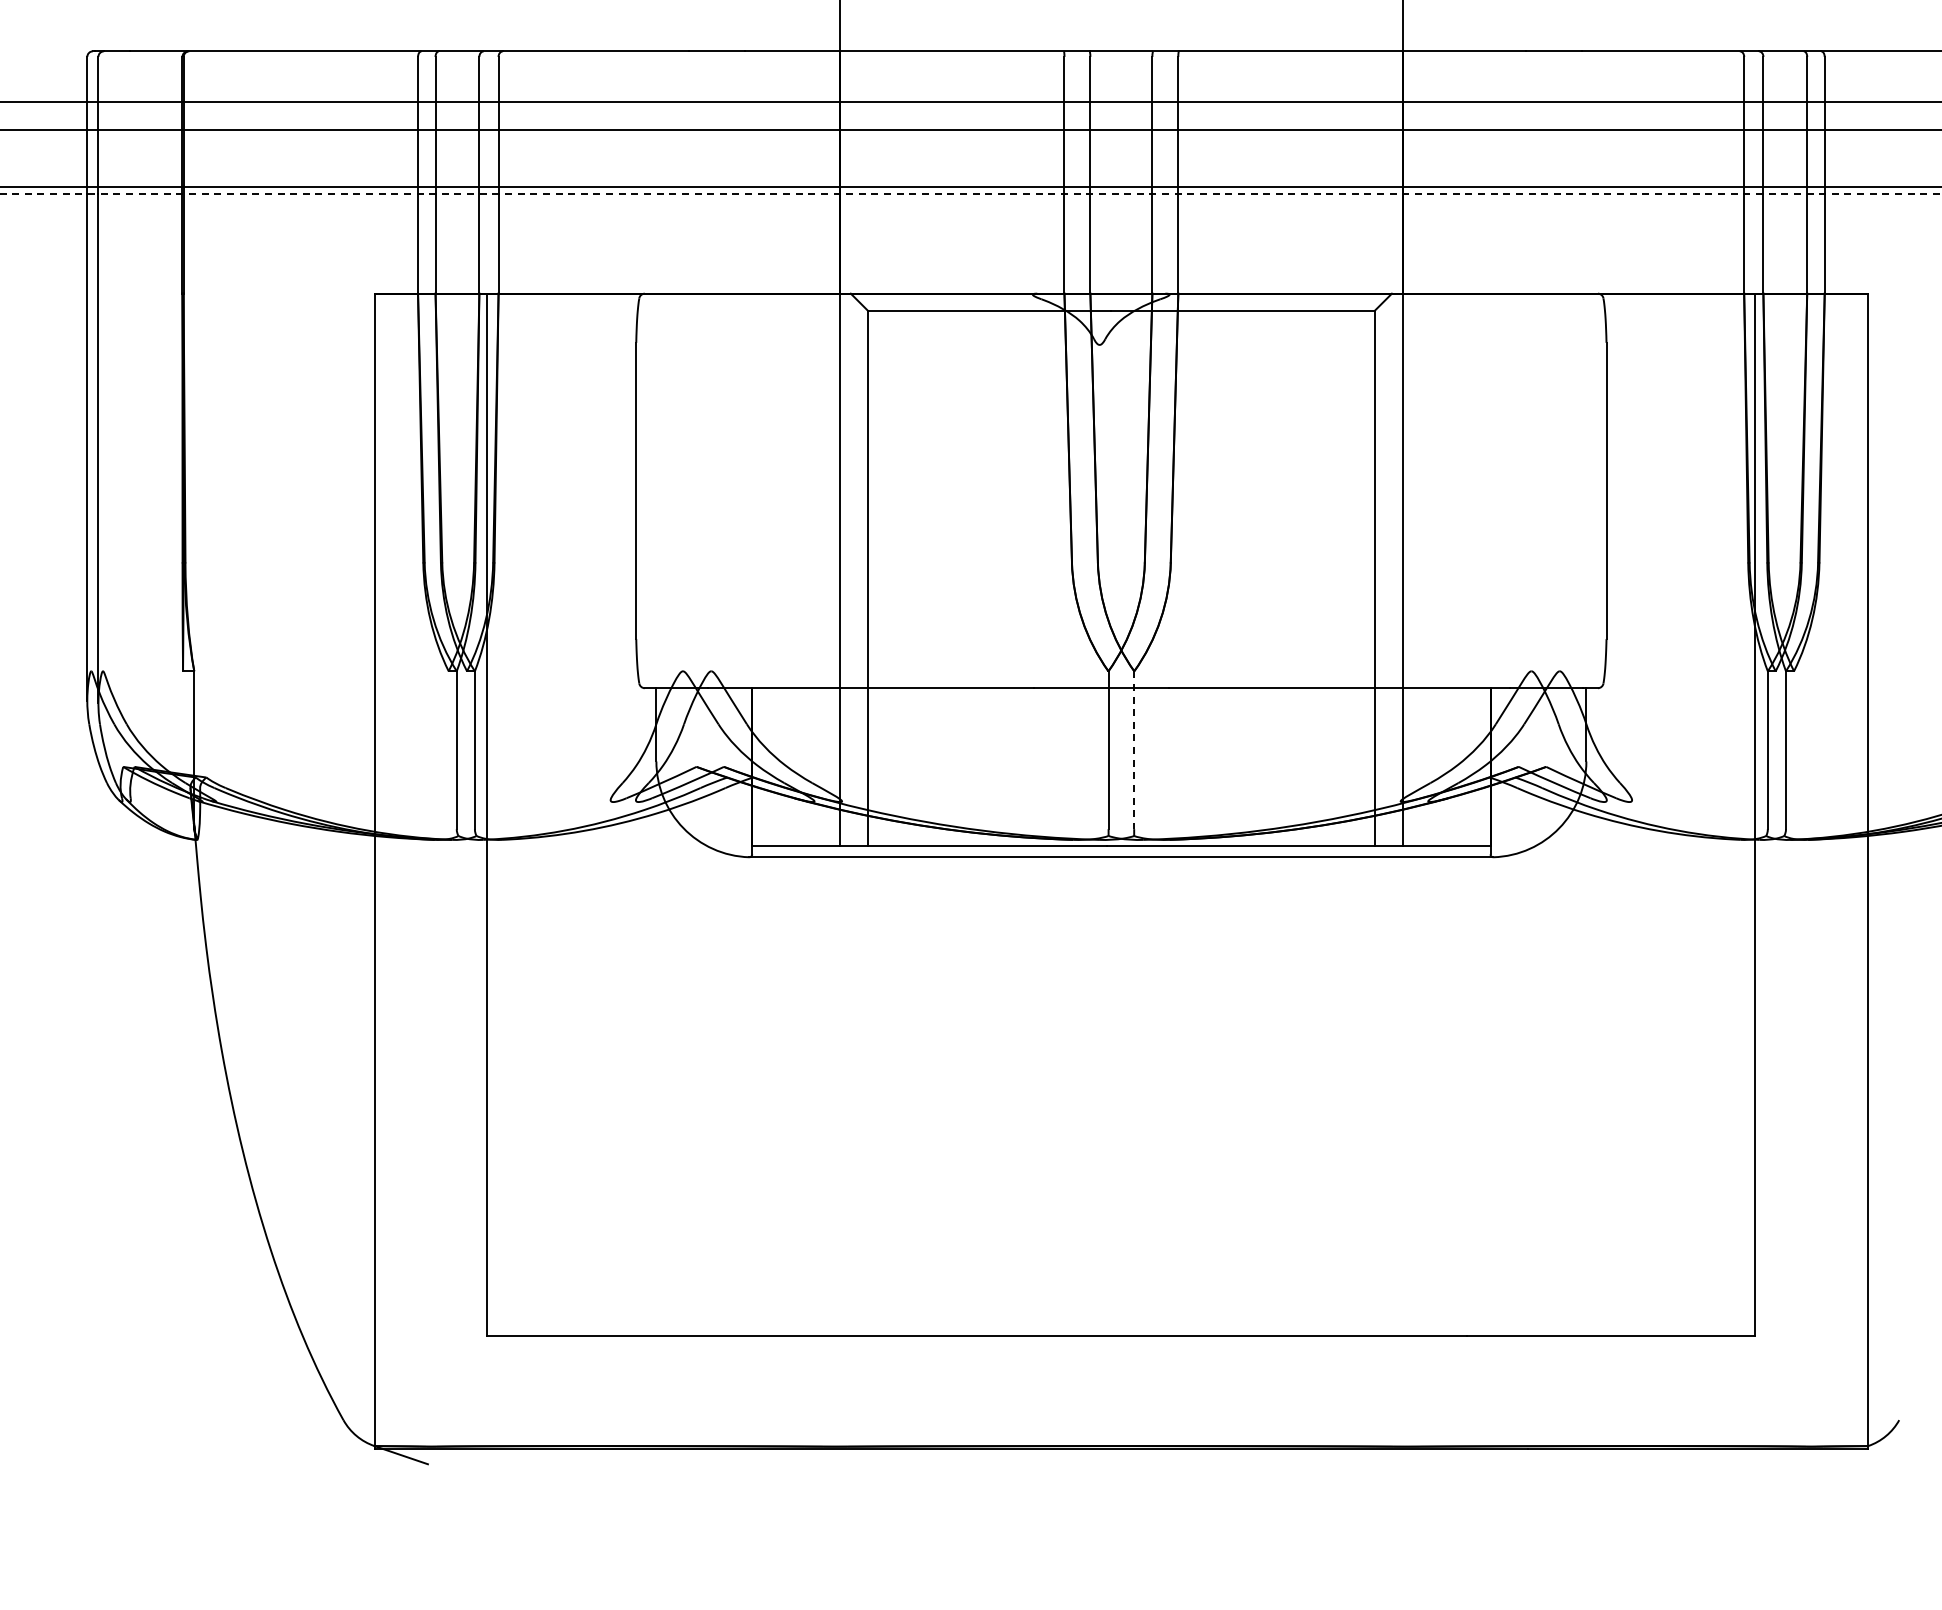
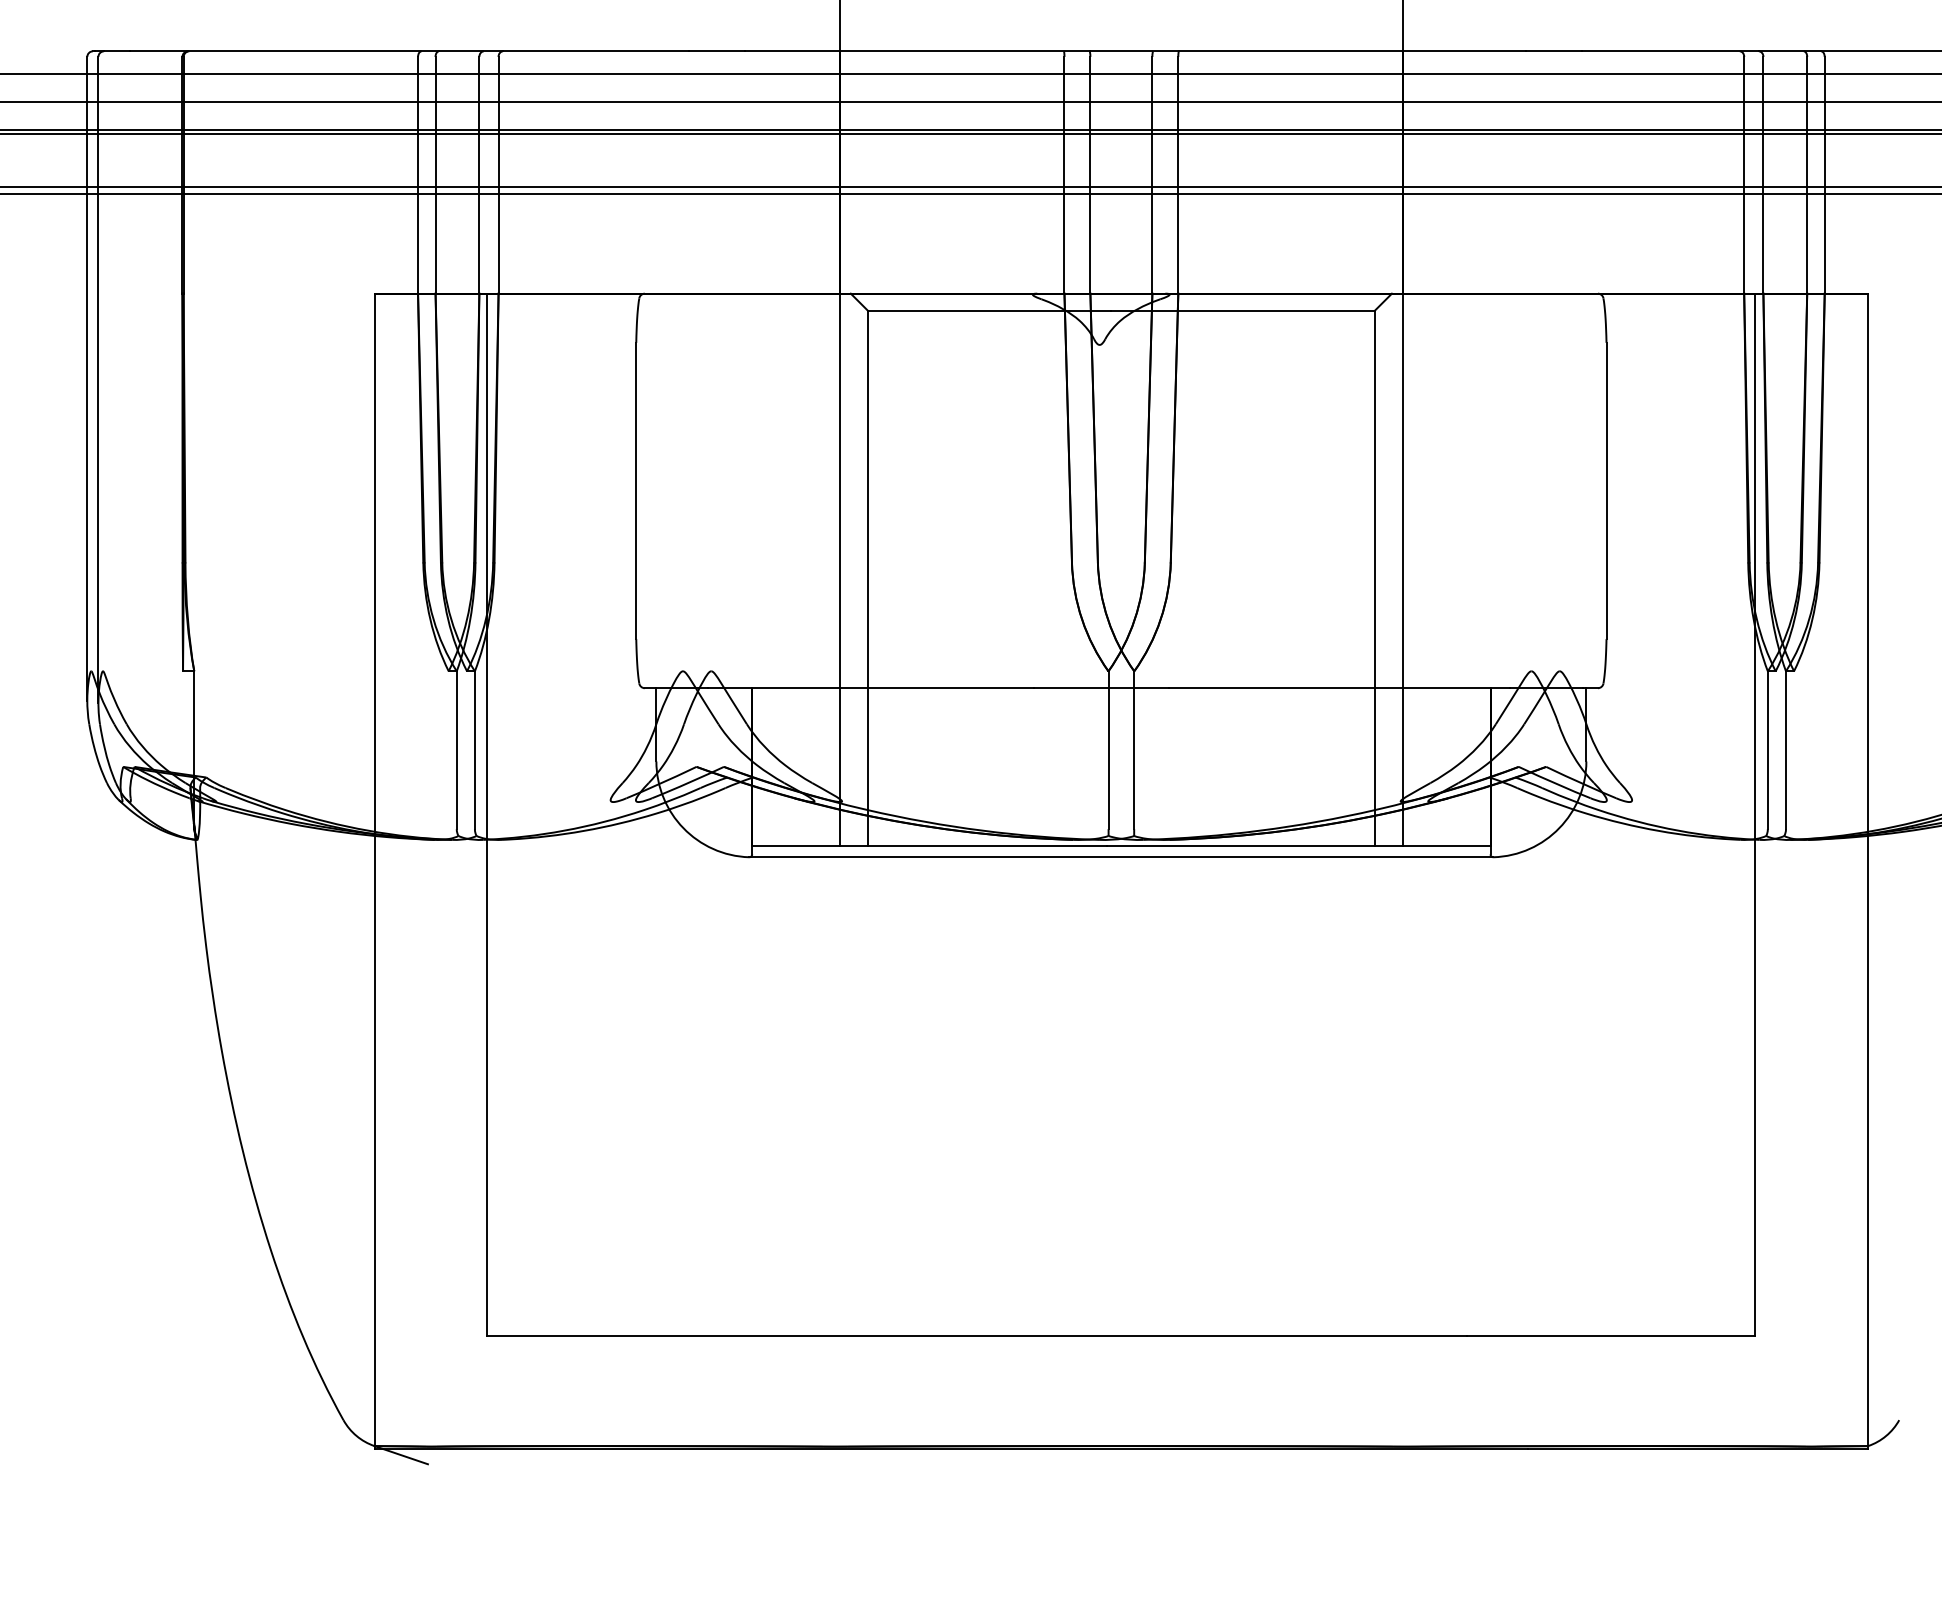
line at (970, 73): none -> present
line at (970, 134): none -> present
line at (970, 193): dashed -> solid
line at (1134, 750): dashed -> solid
